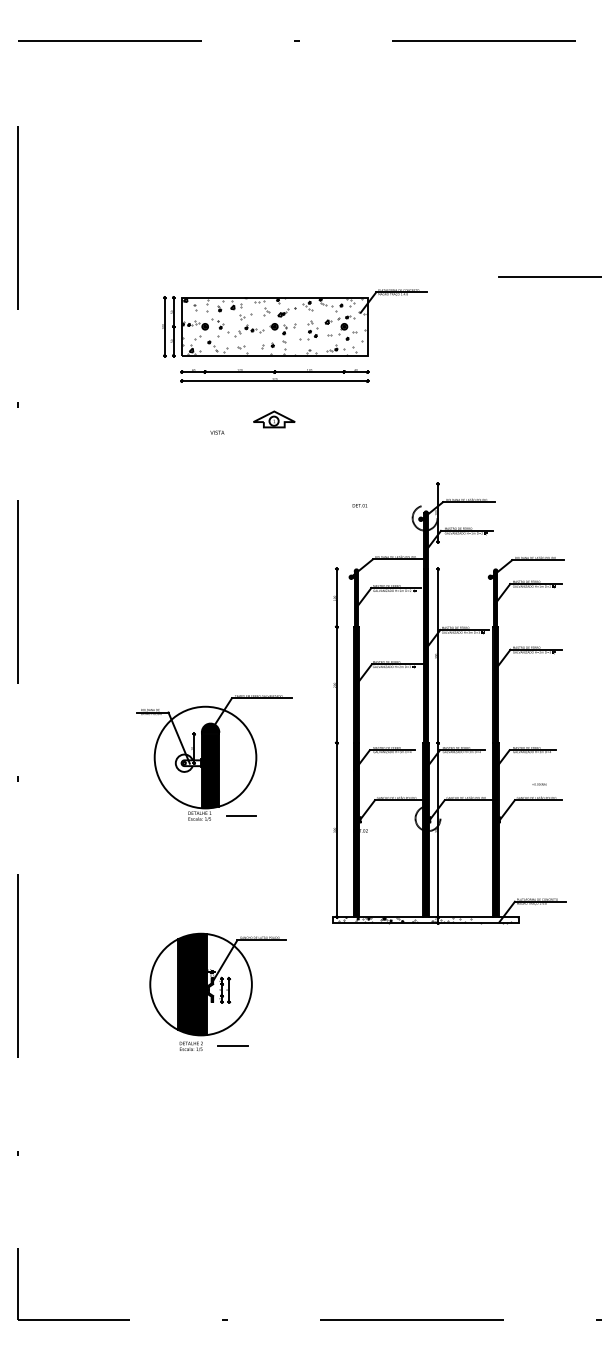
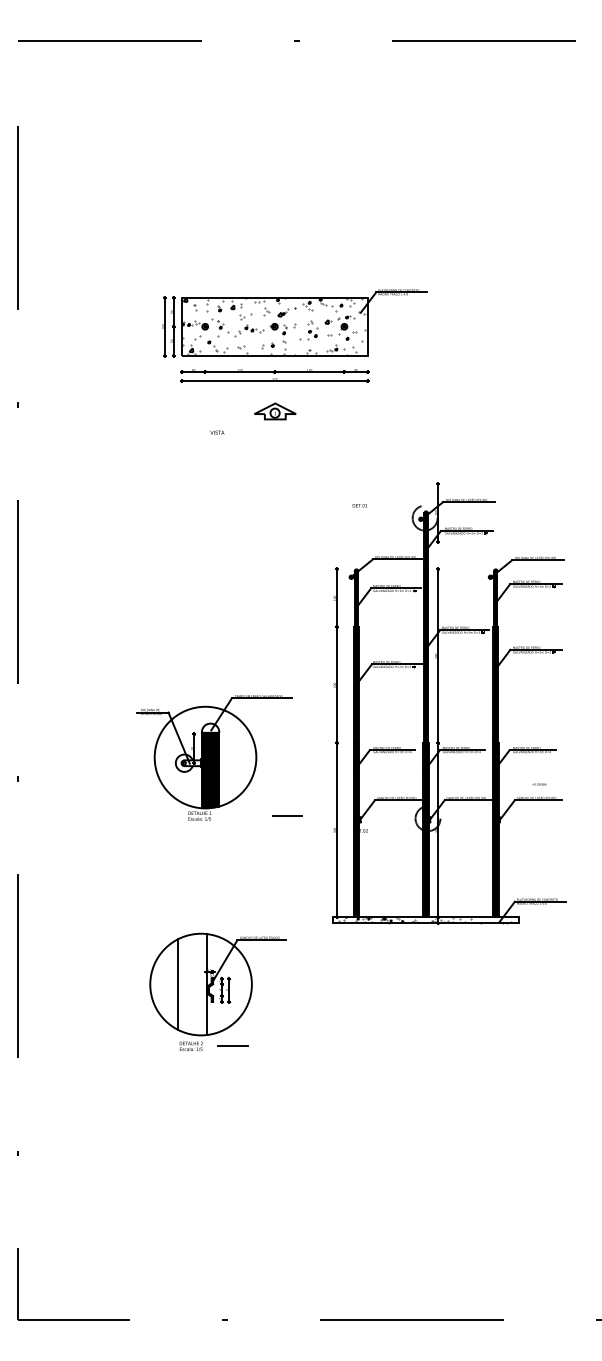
line at (548, 277): present -> none
part at (274, 419) position: (274, 419) -> (275, 411)
fill at (210, 727): present -> none
line at (241, 815) position: (241, 815) -> (287, 815)
fill at (192, 984): present -> none
